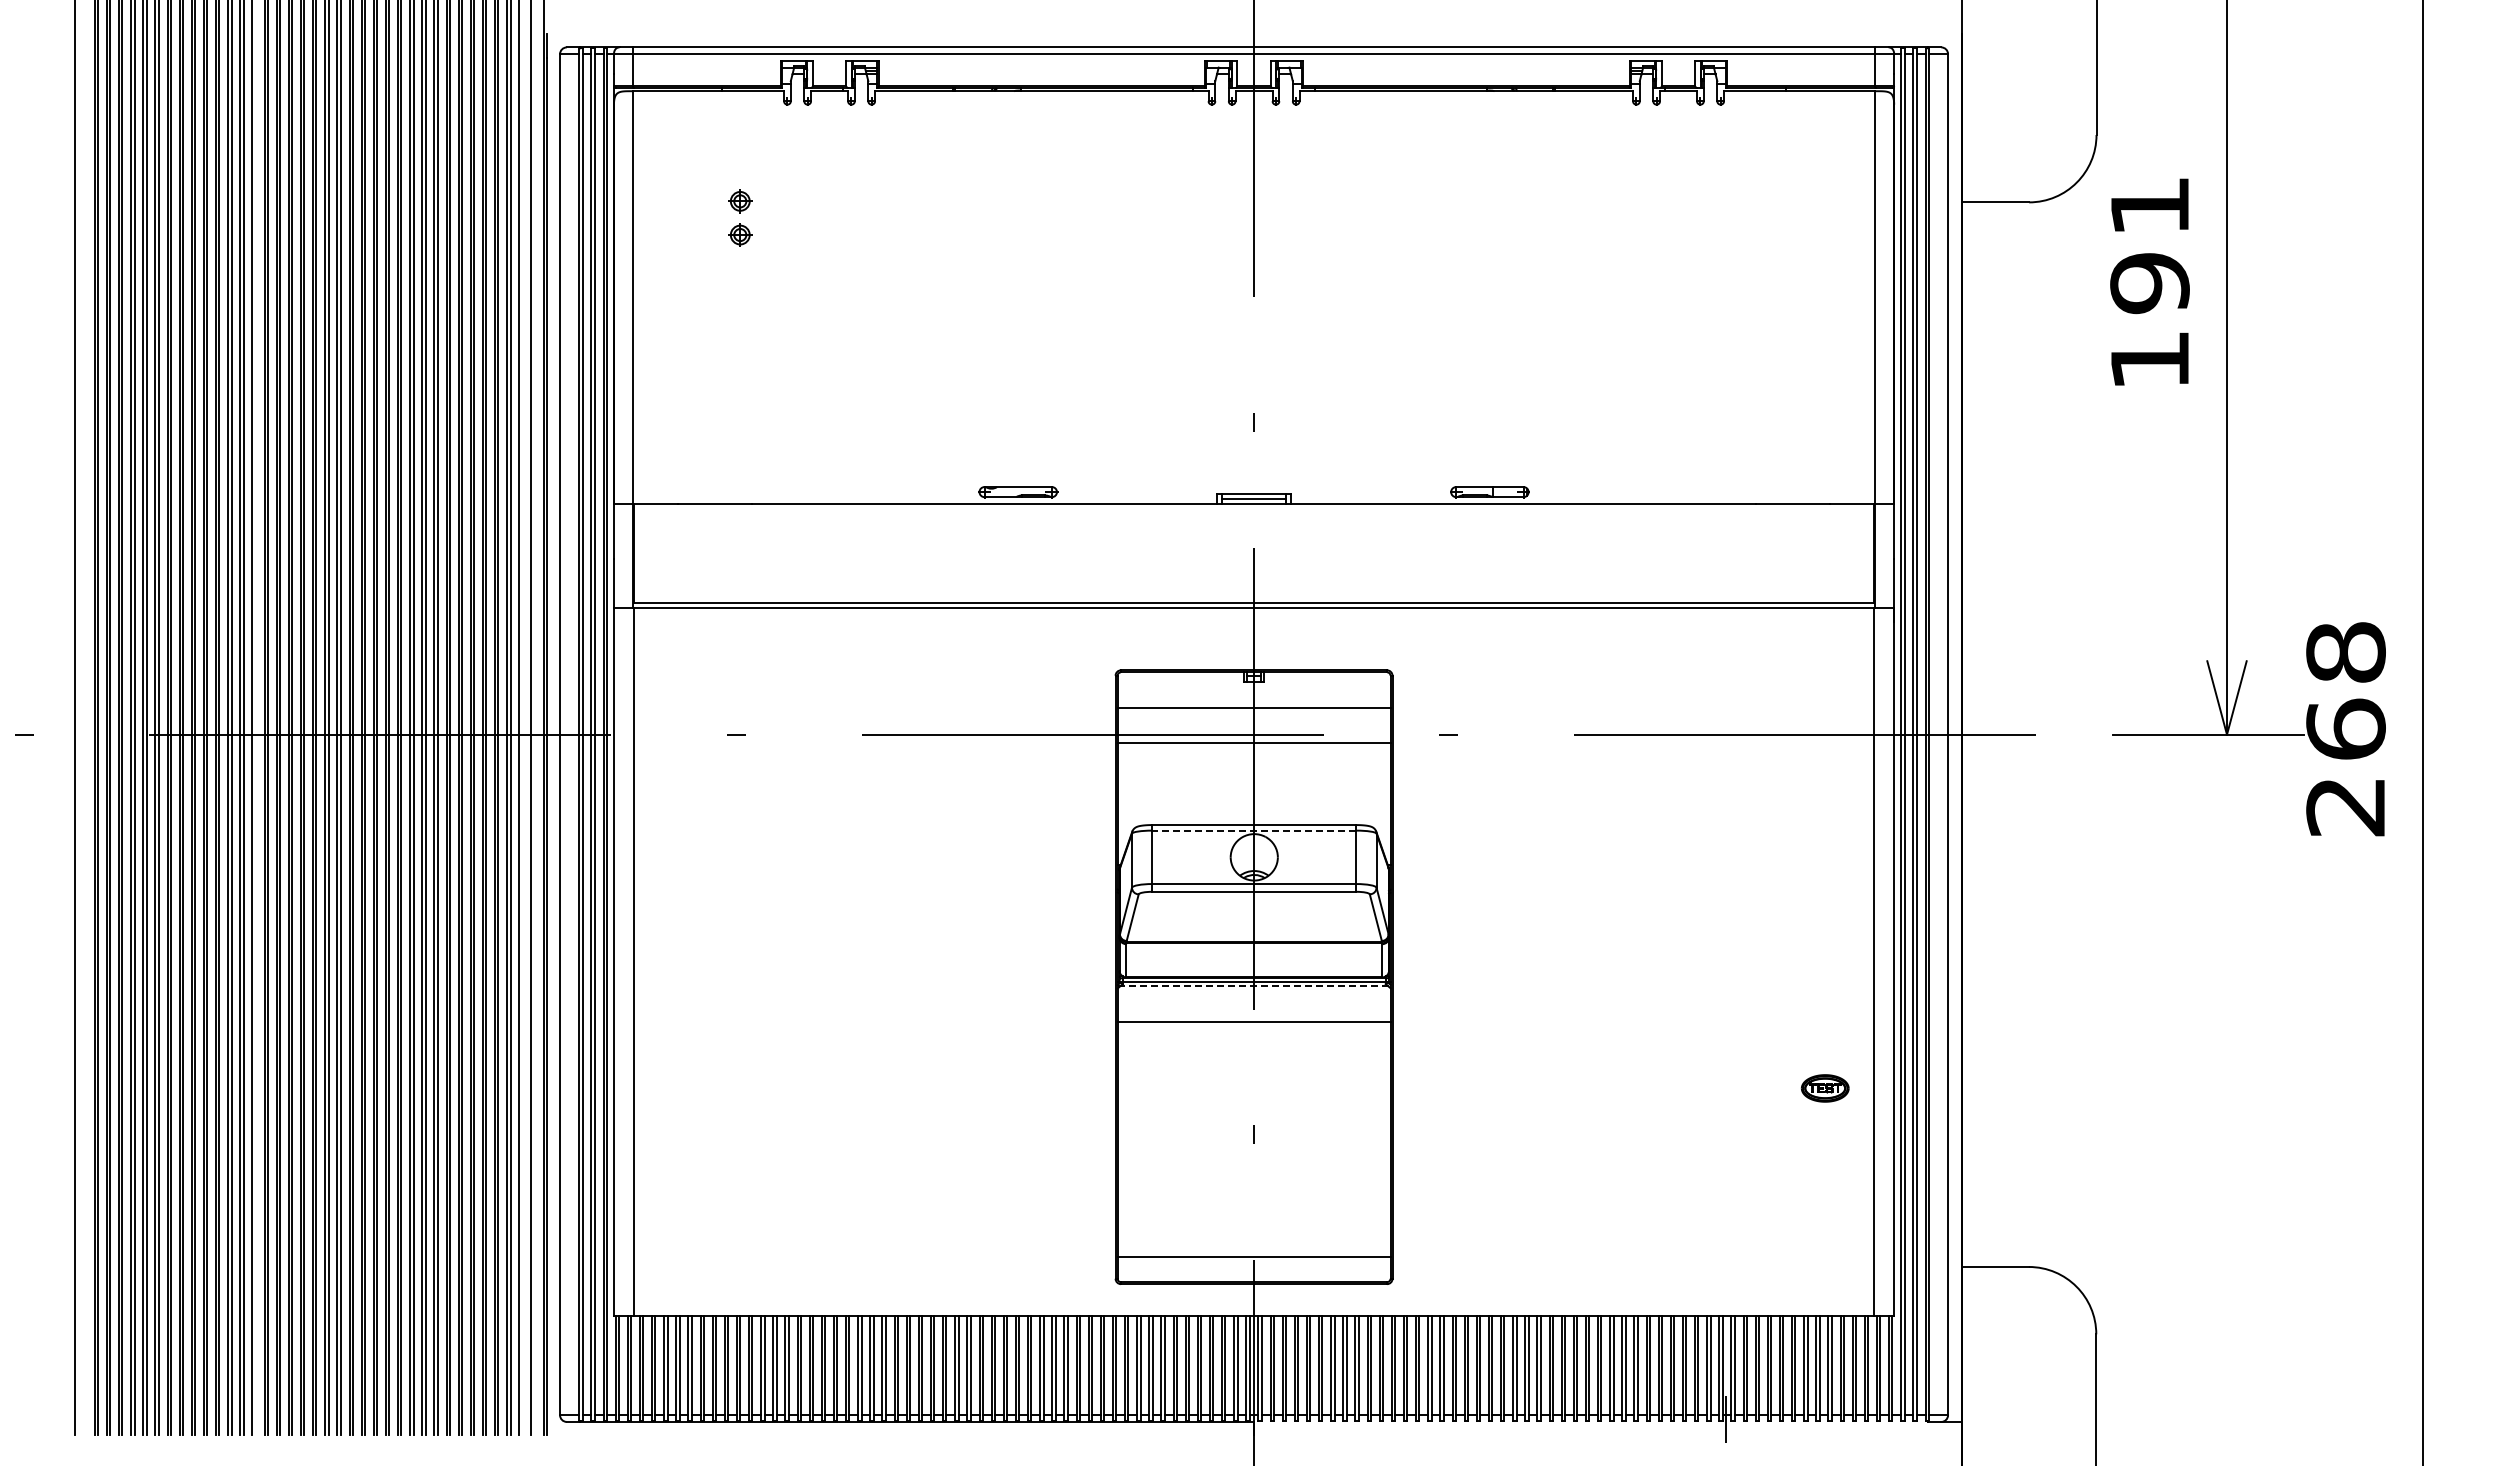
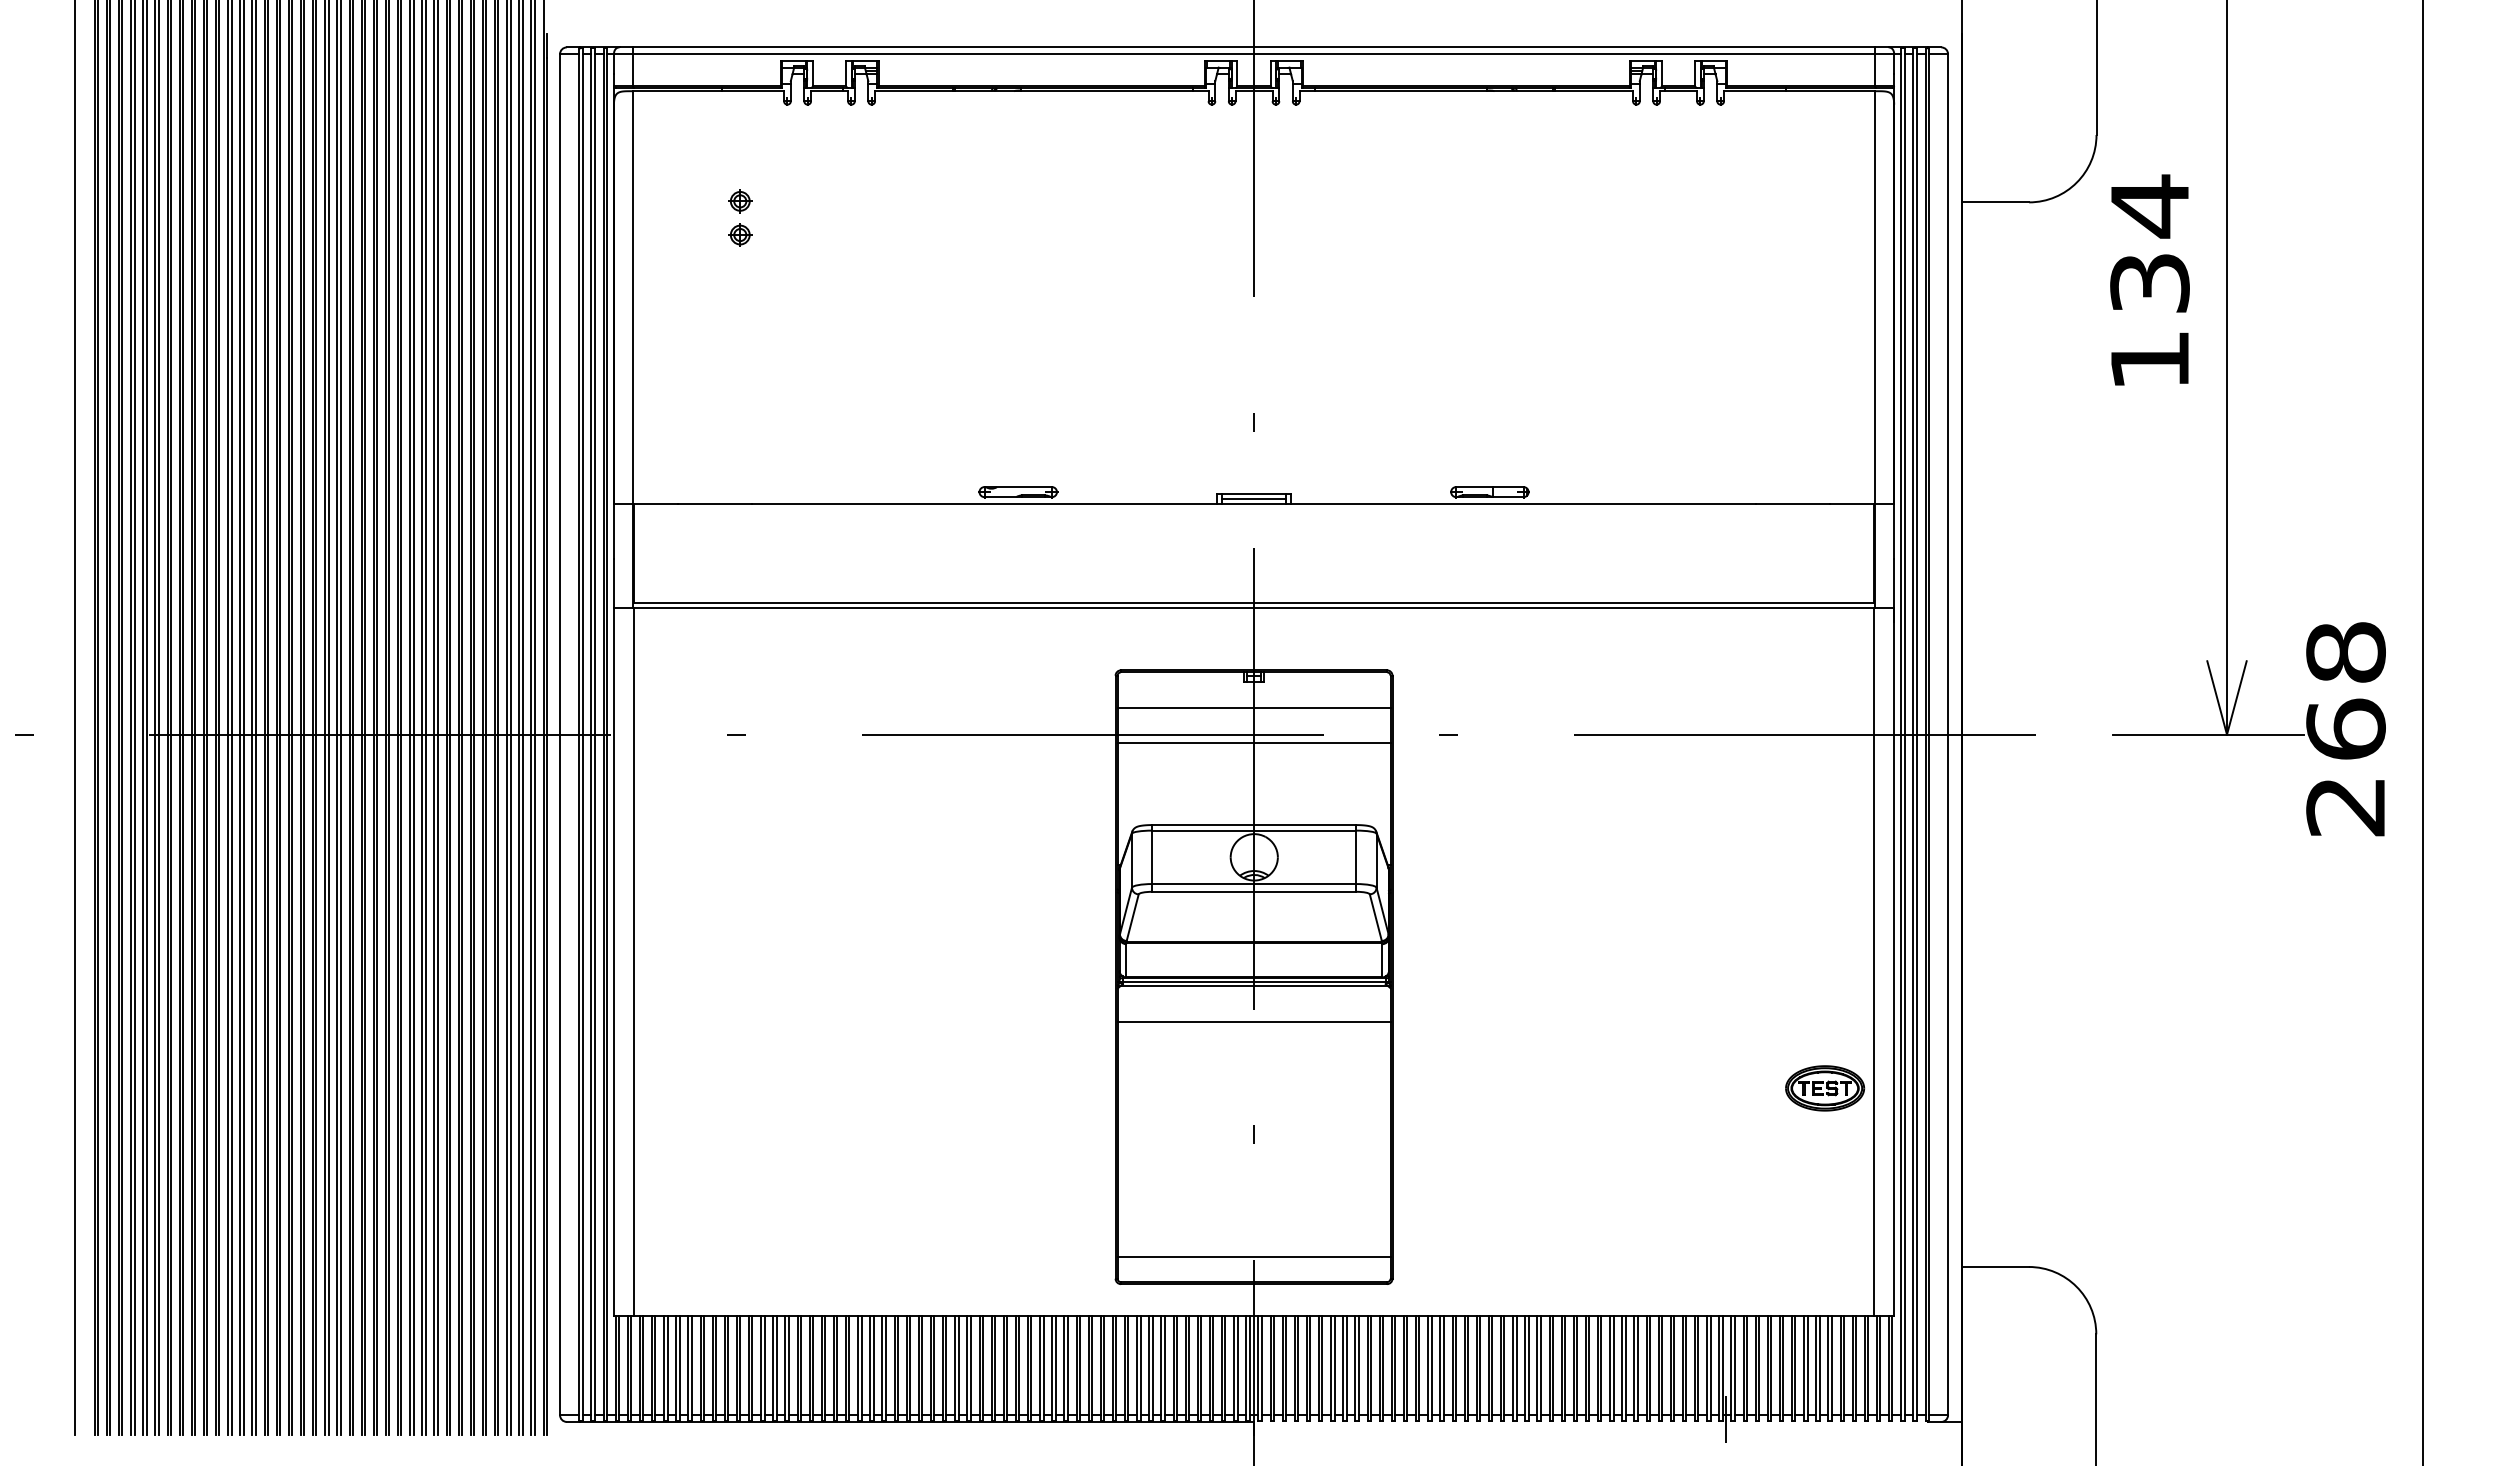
text at (2149, 244): 191 -> 134
line at (255, 718): none -> present
line at (522, 718): none -> present
line at (534, 718): none -> present
line at (1253, 830): dashed -> solid
line at (1254, 986): dashed -> solid
part at (1824, 1088) size: 50x29 px -> 81x47 px
